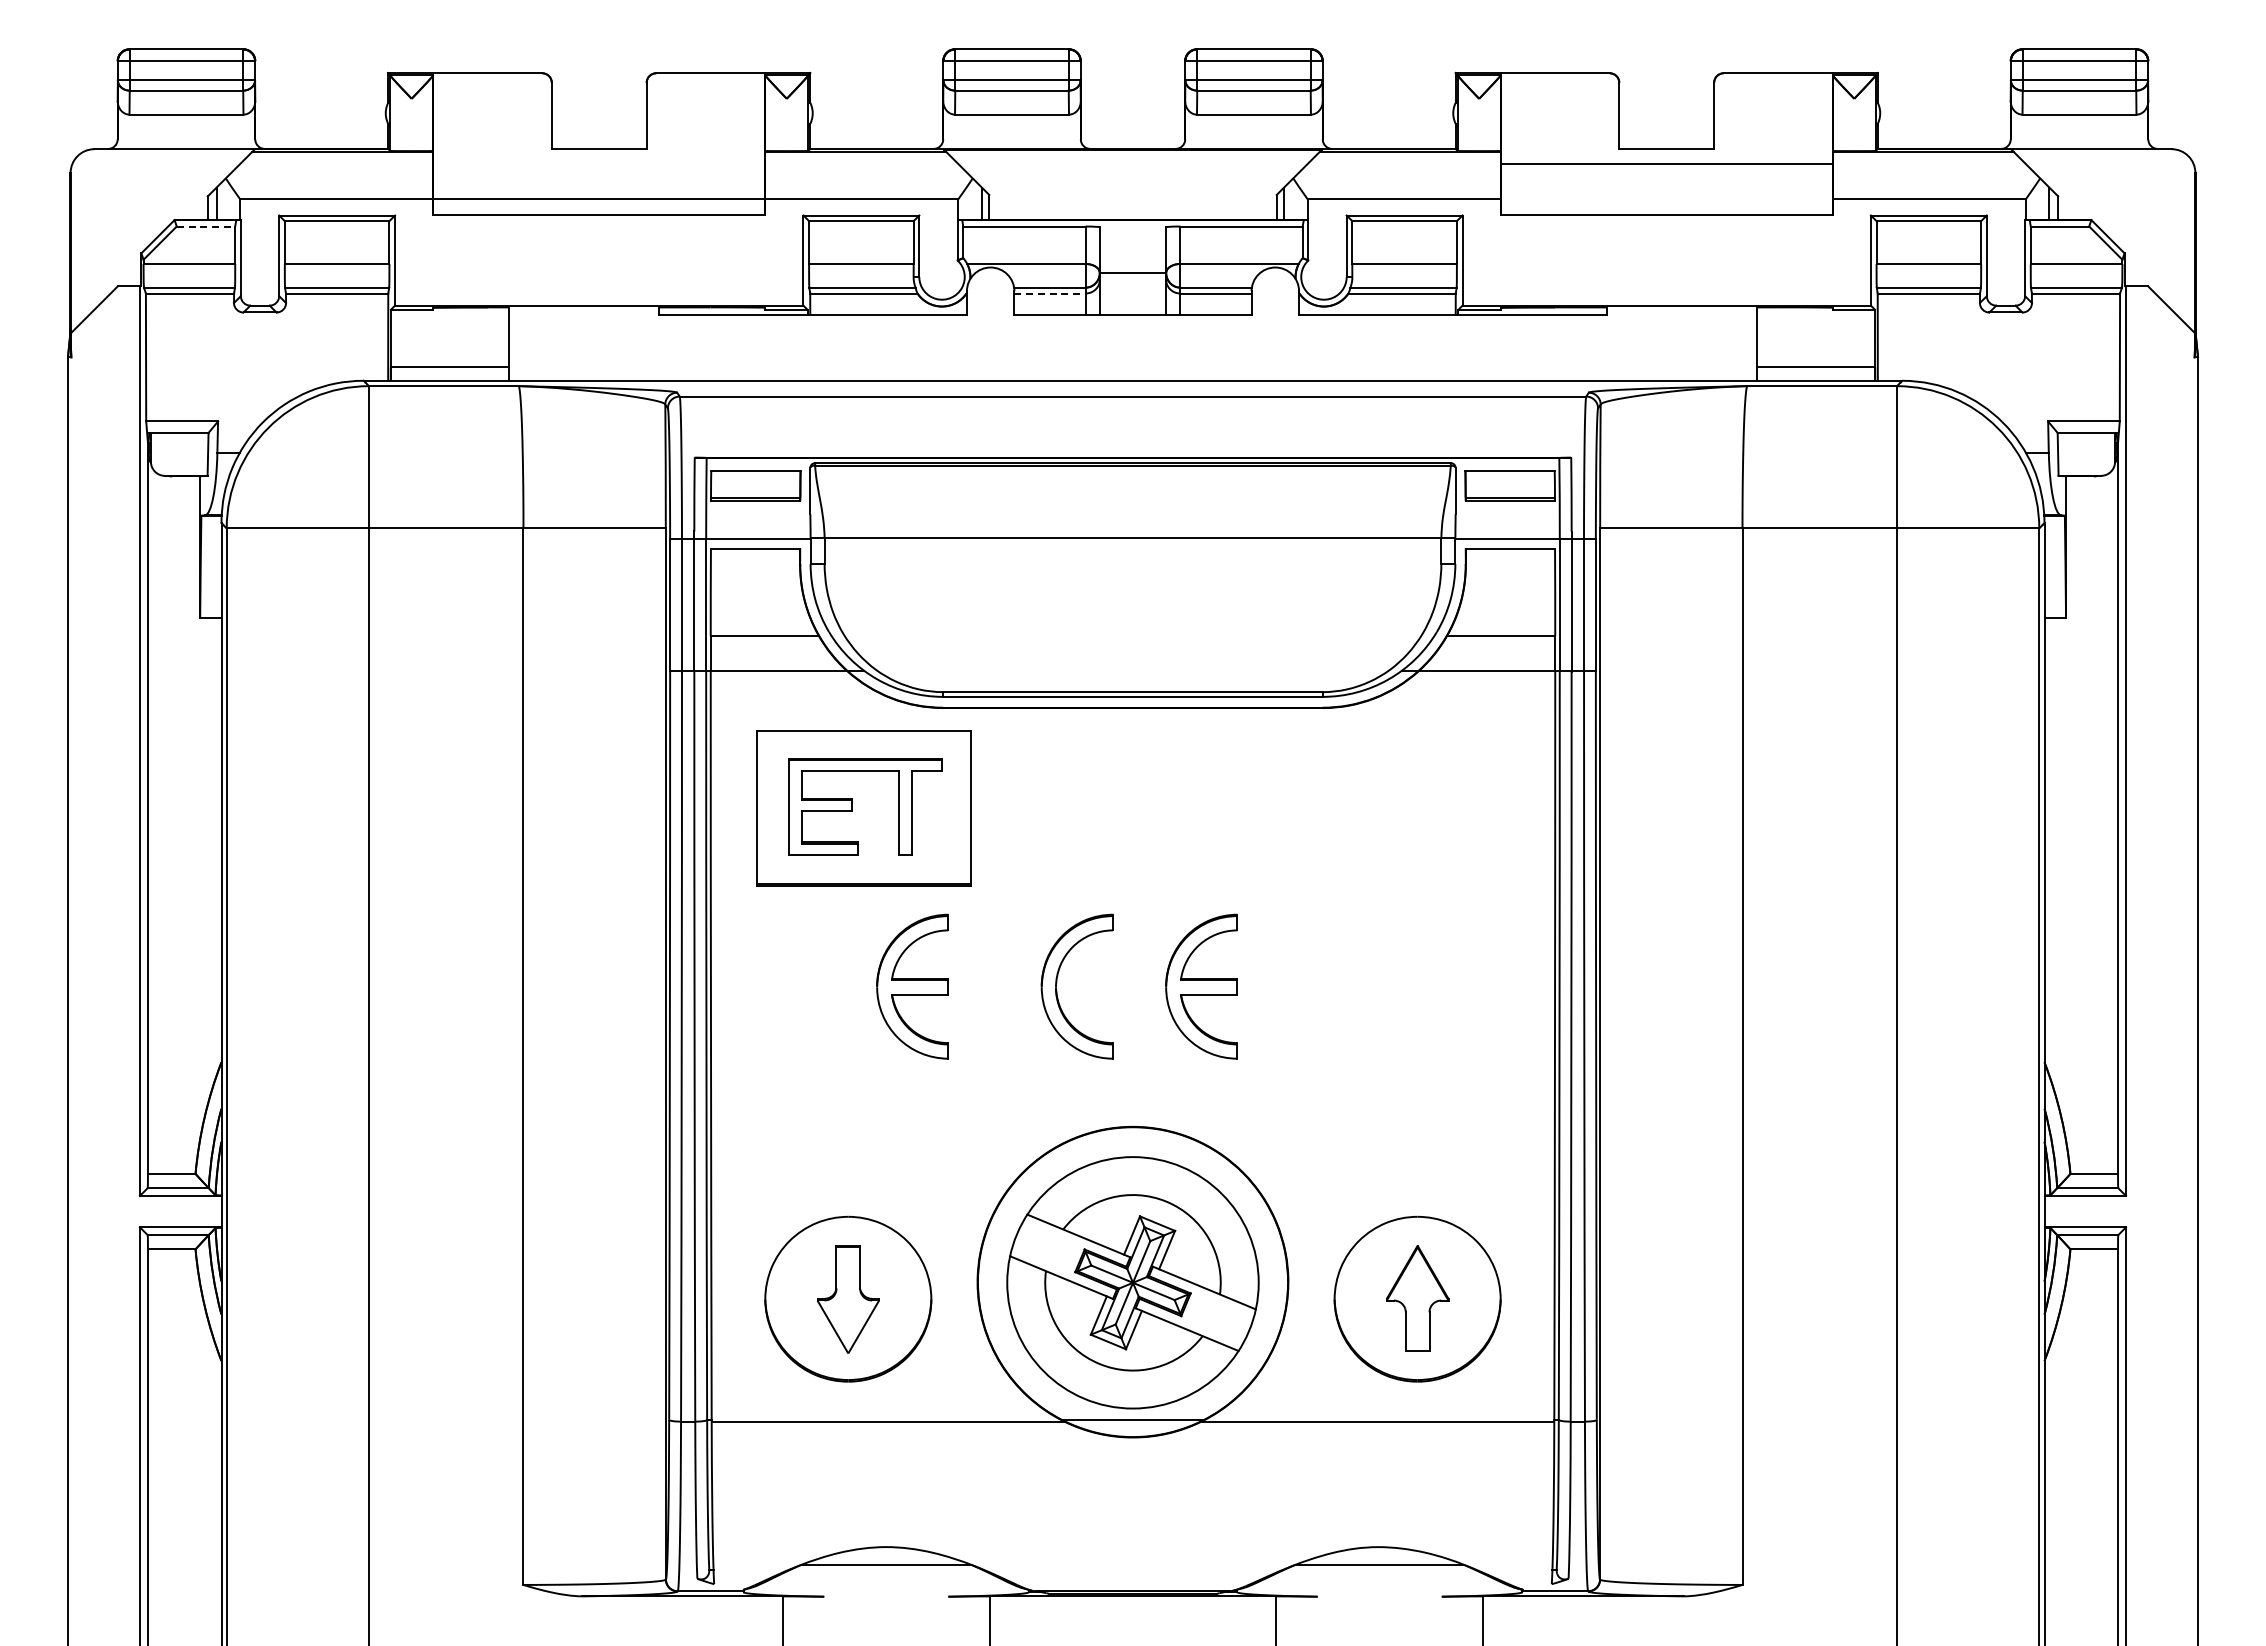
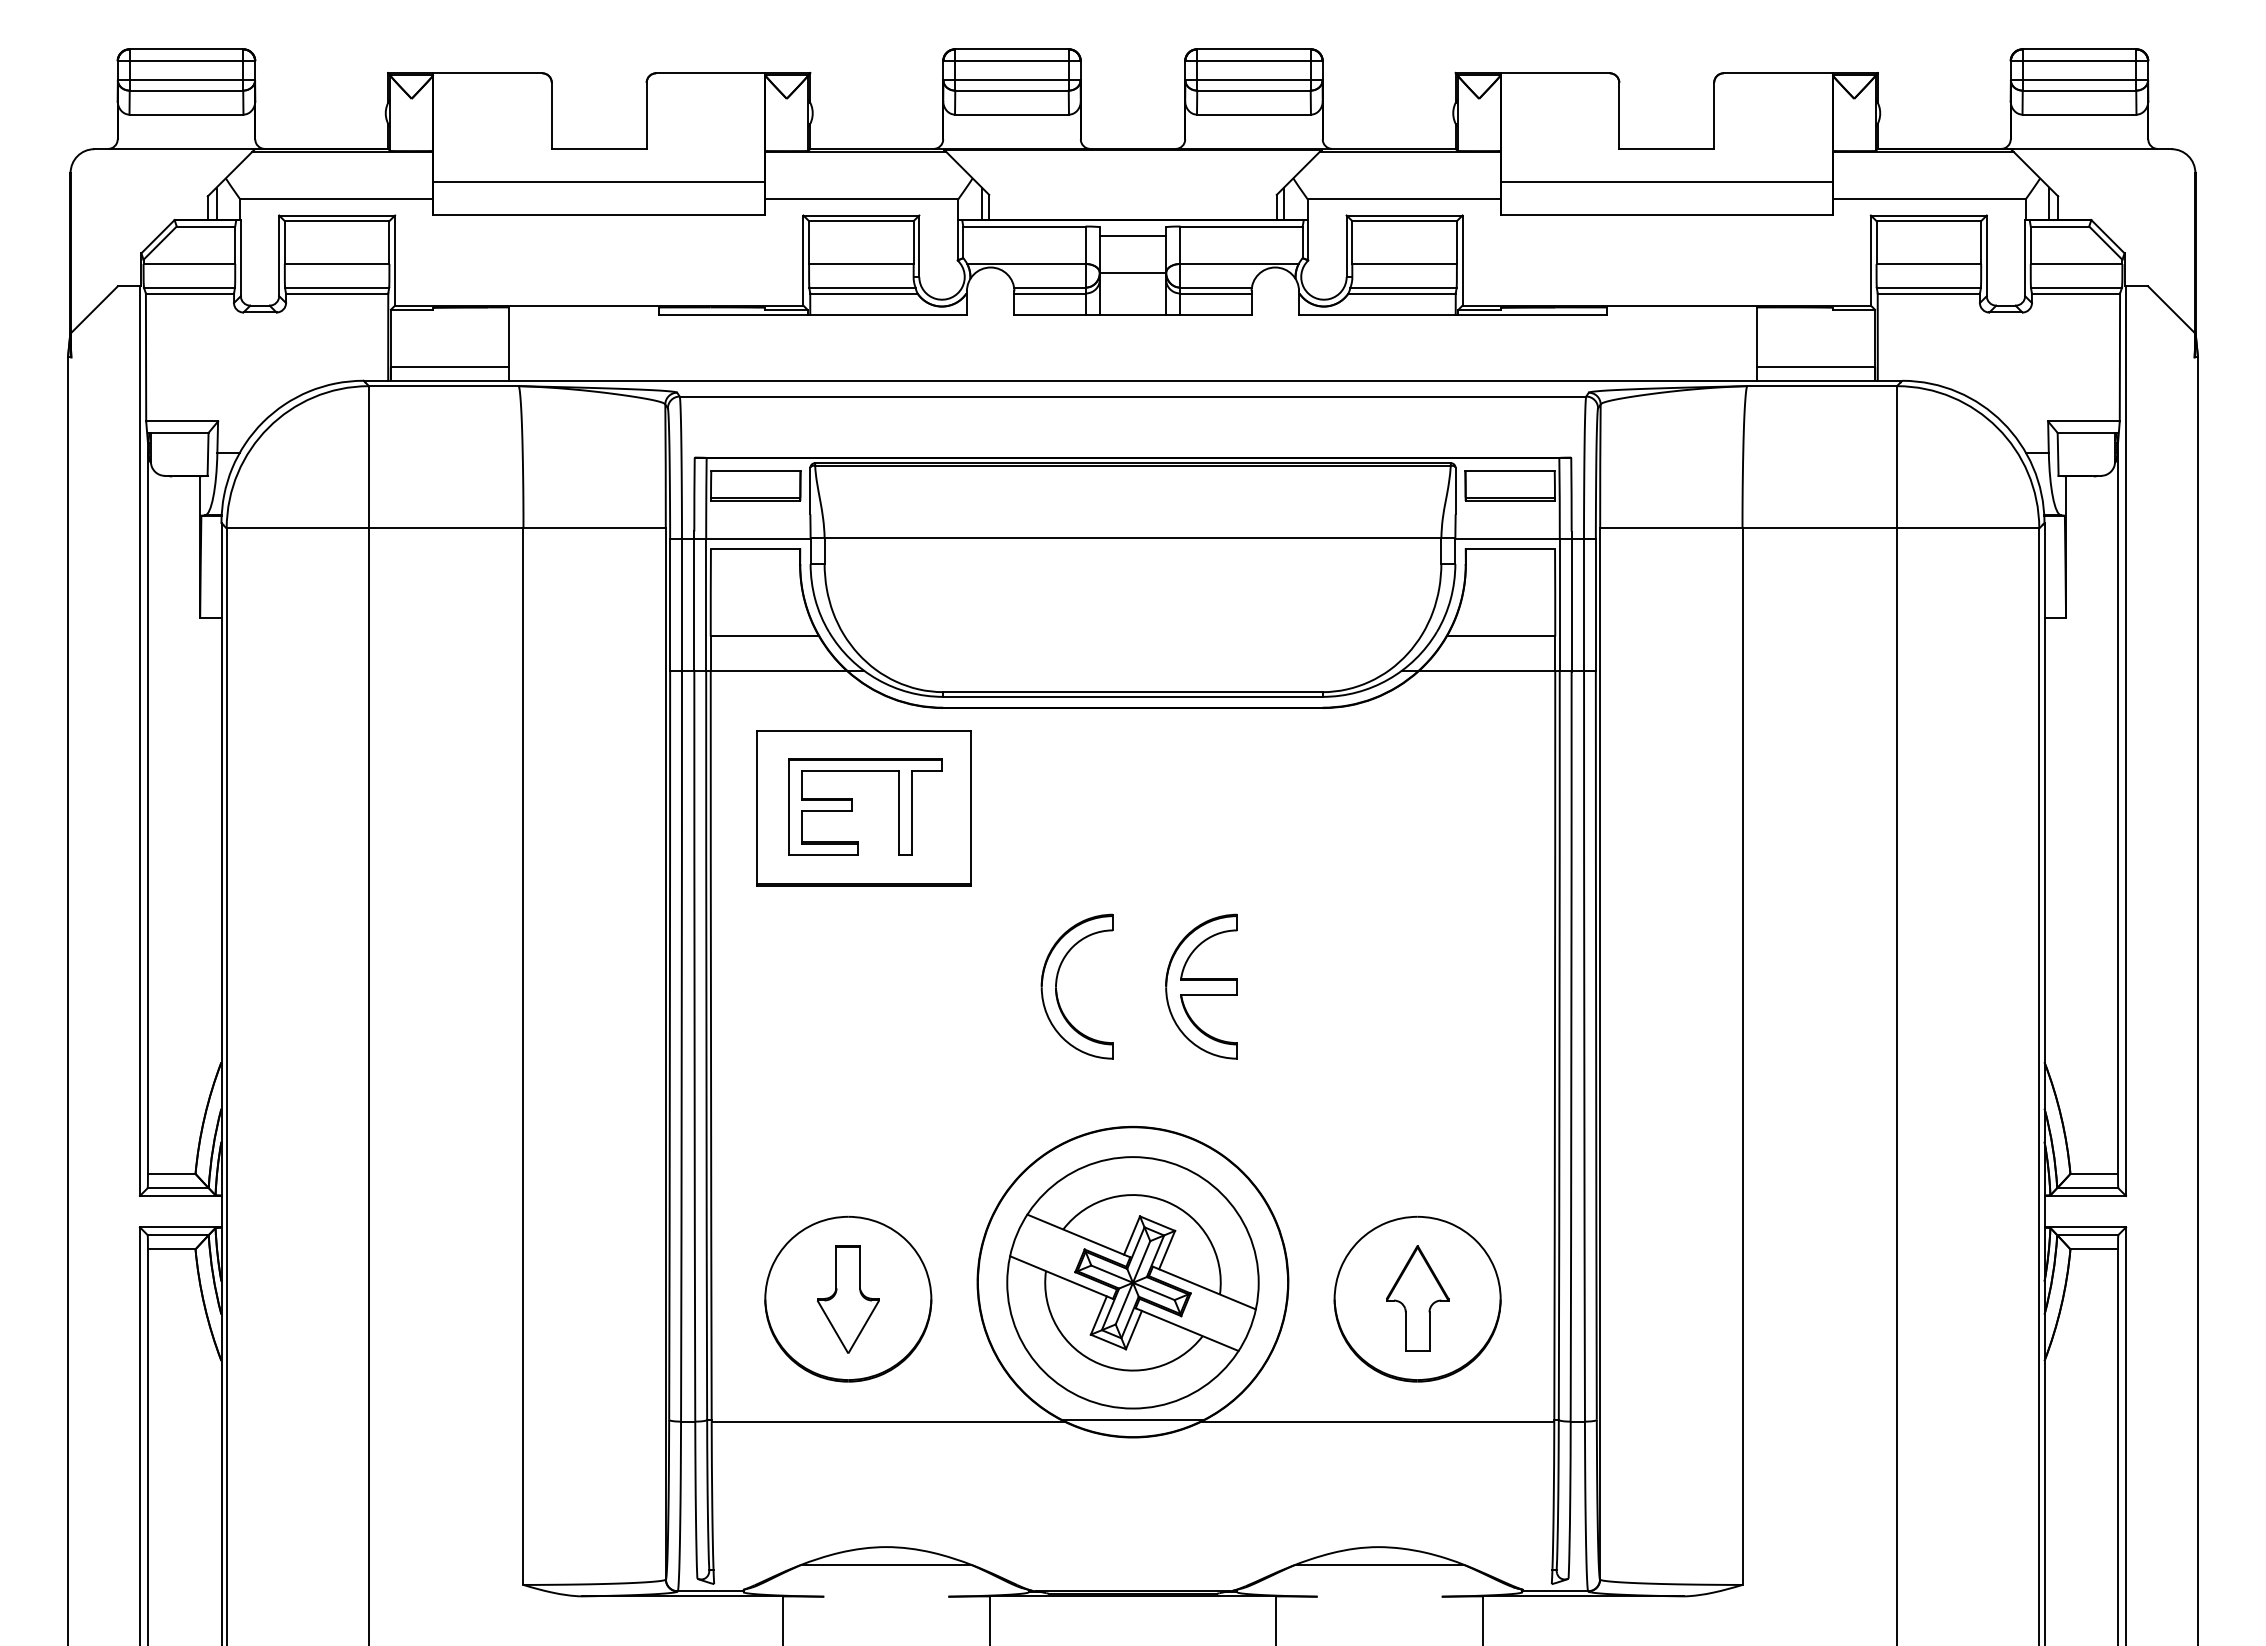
line at (1666, 164) position: (1666, 164) -> (1666, 182)
line at (599, 199) position: (599, 199) -> (599, 182)
line at (206, 226): dashed -> solid
line at (1132, 235): none -> present
line at (1049, 293): dashed -> solid
part at (912, 986): present -> none
